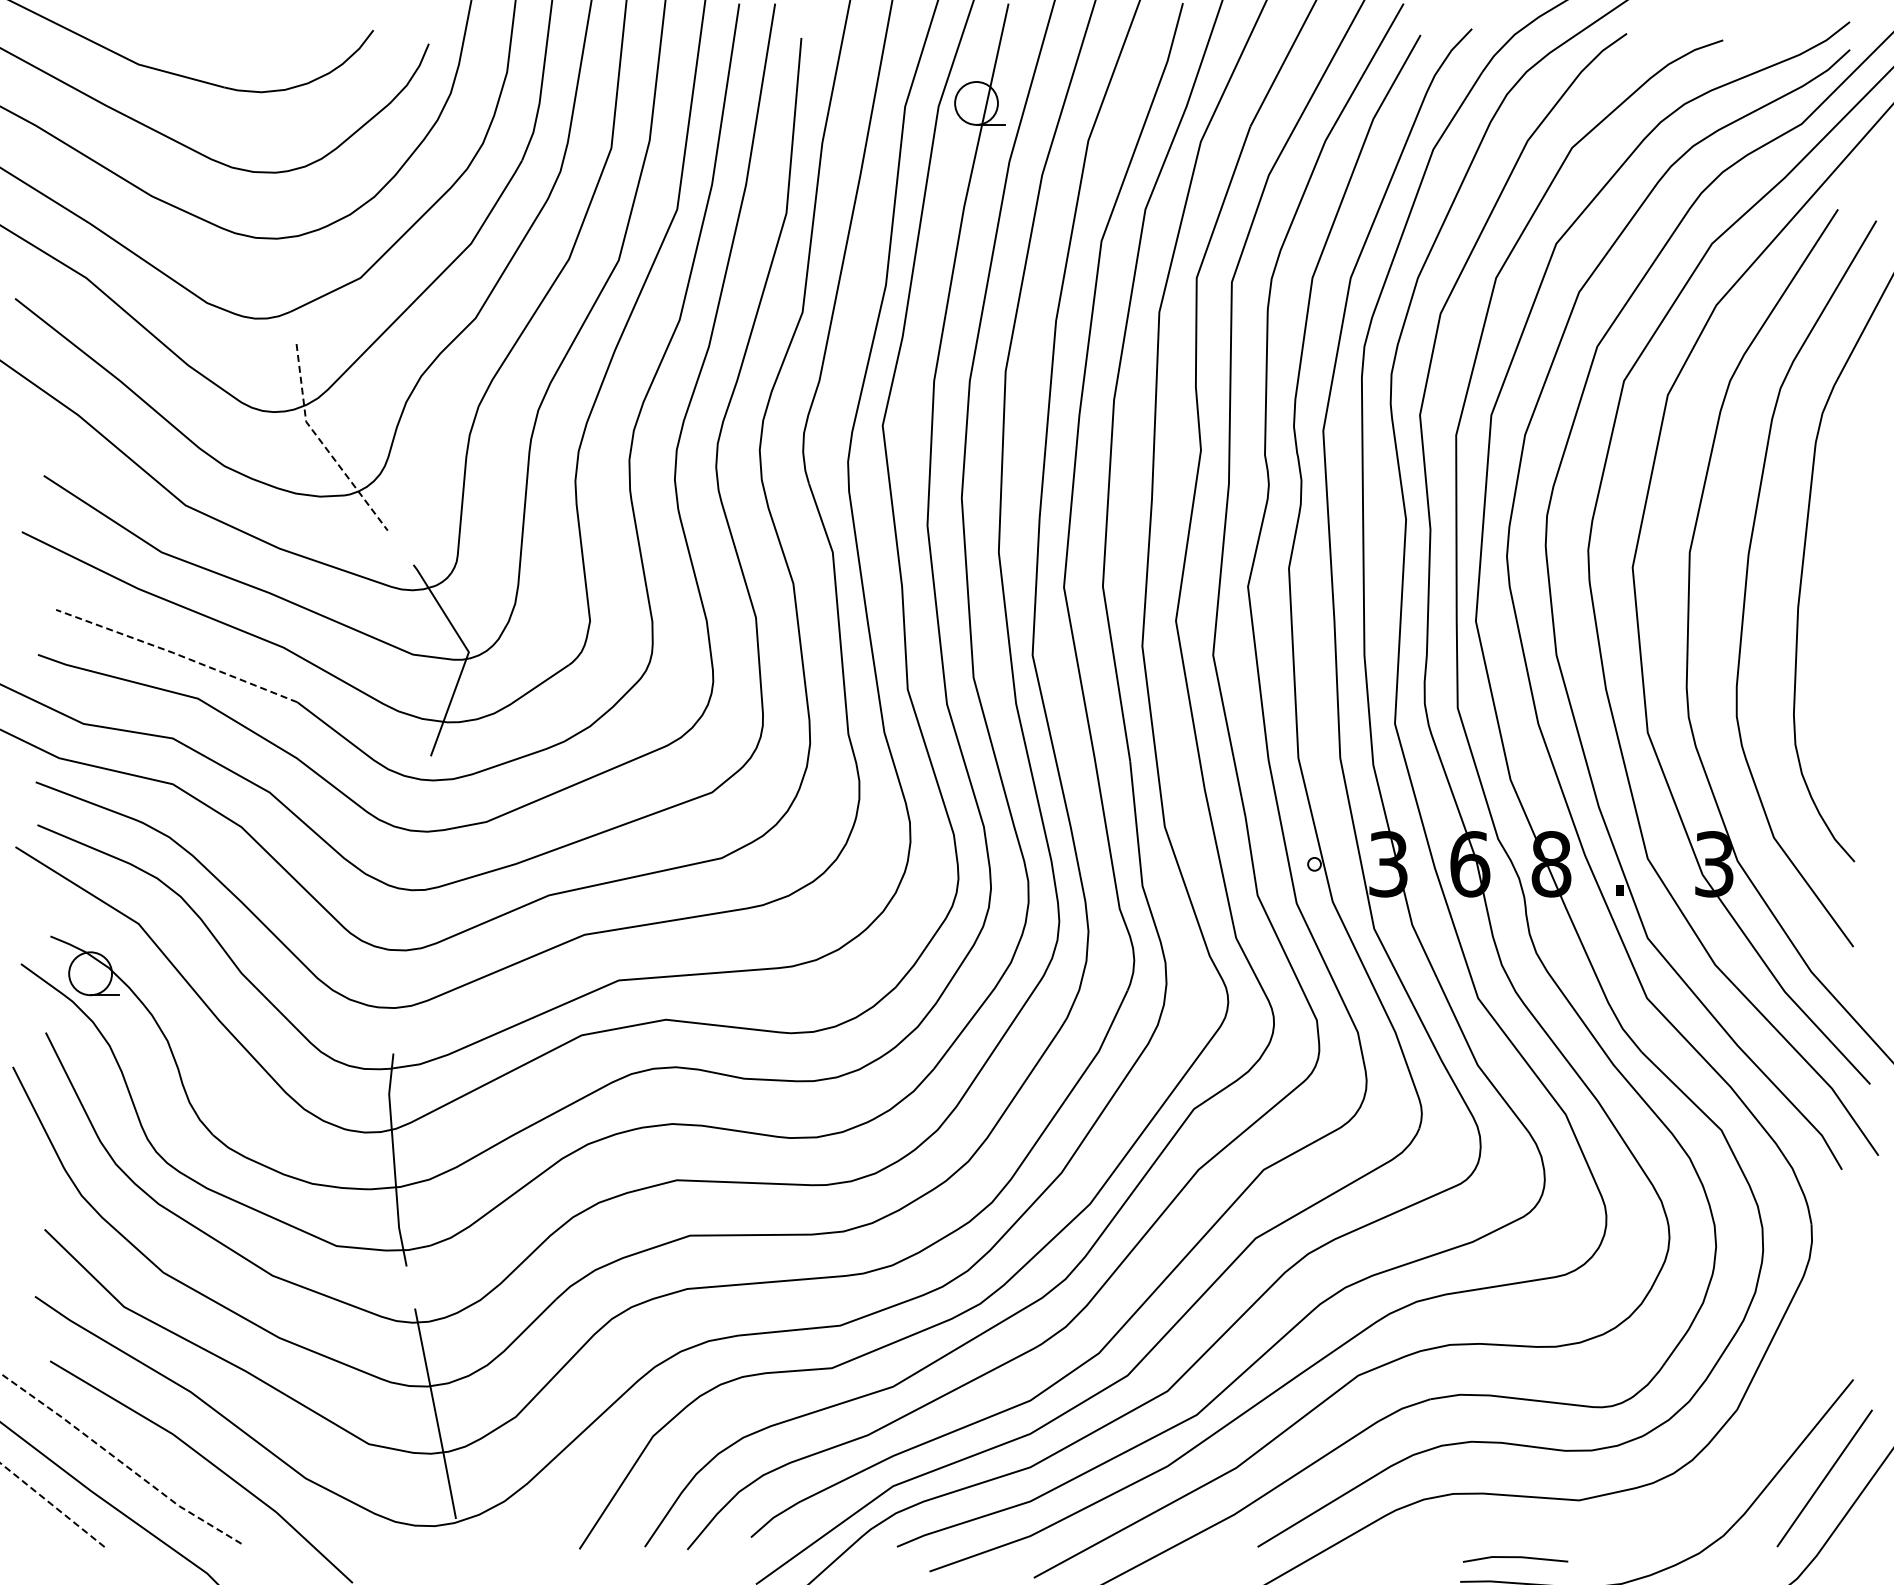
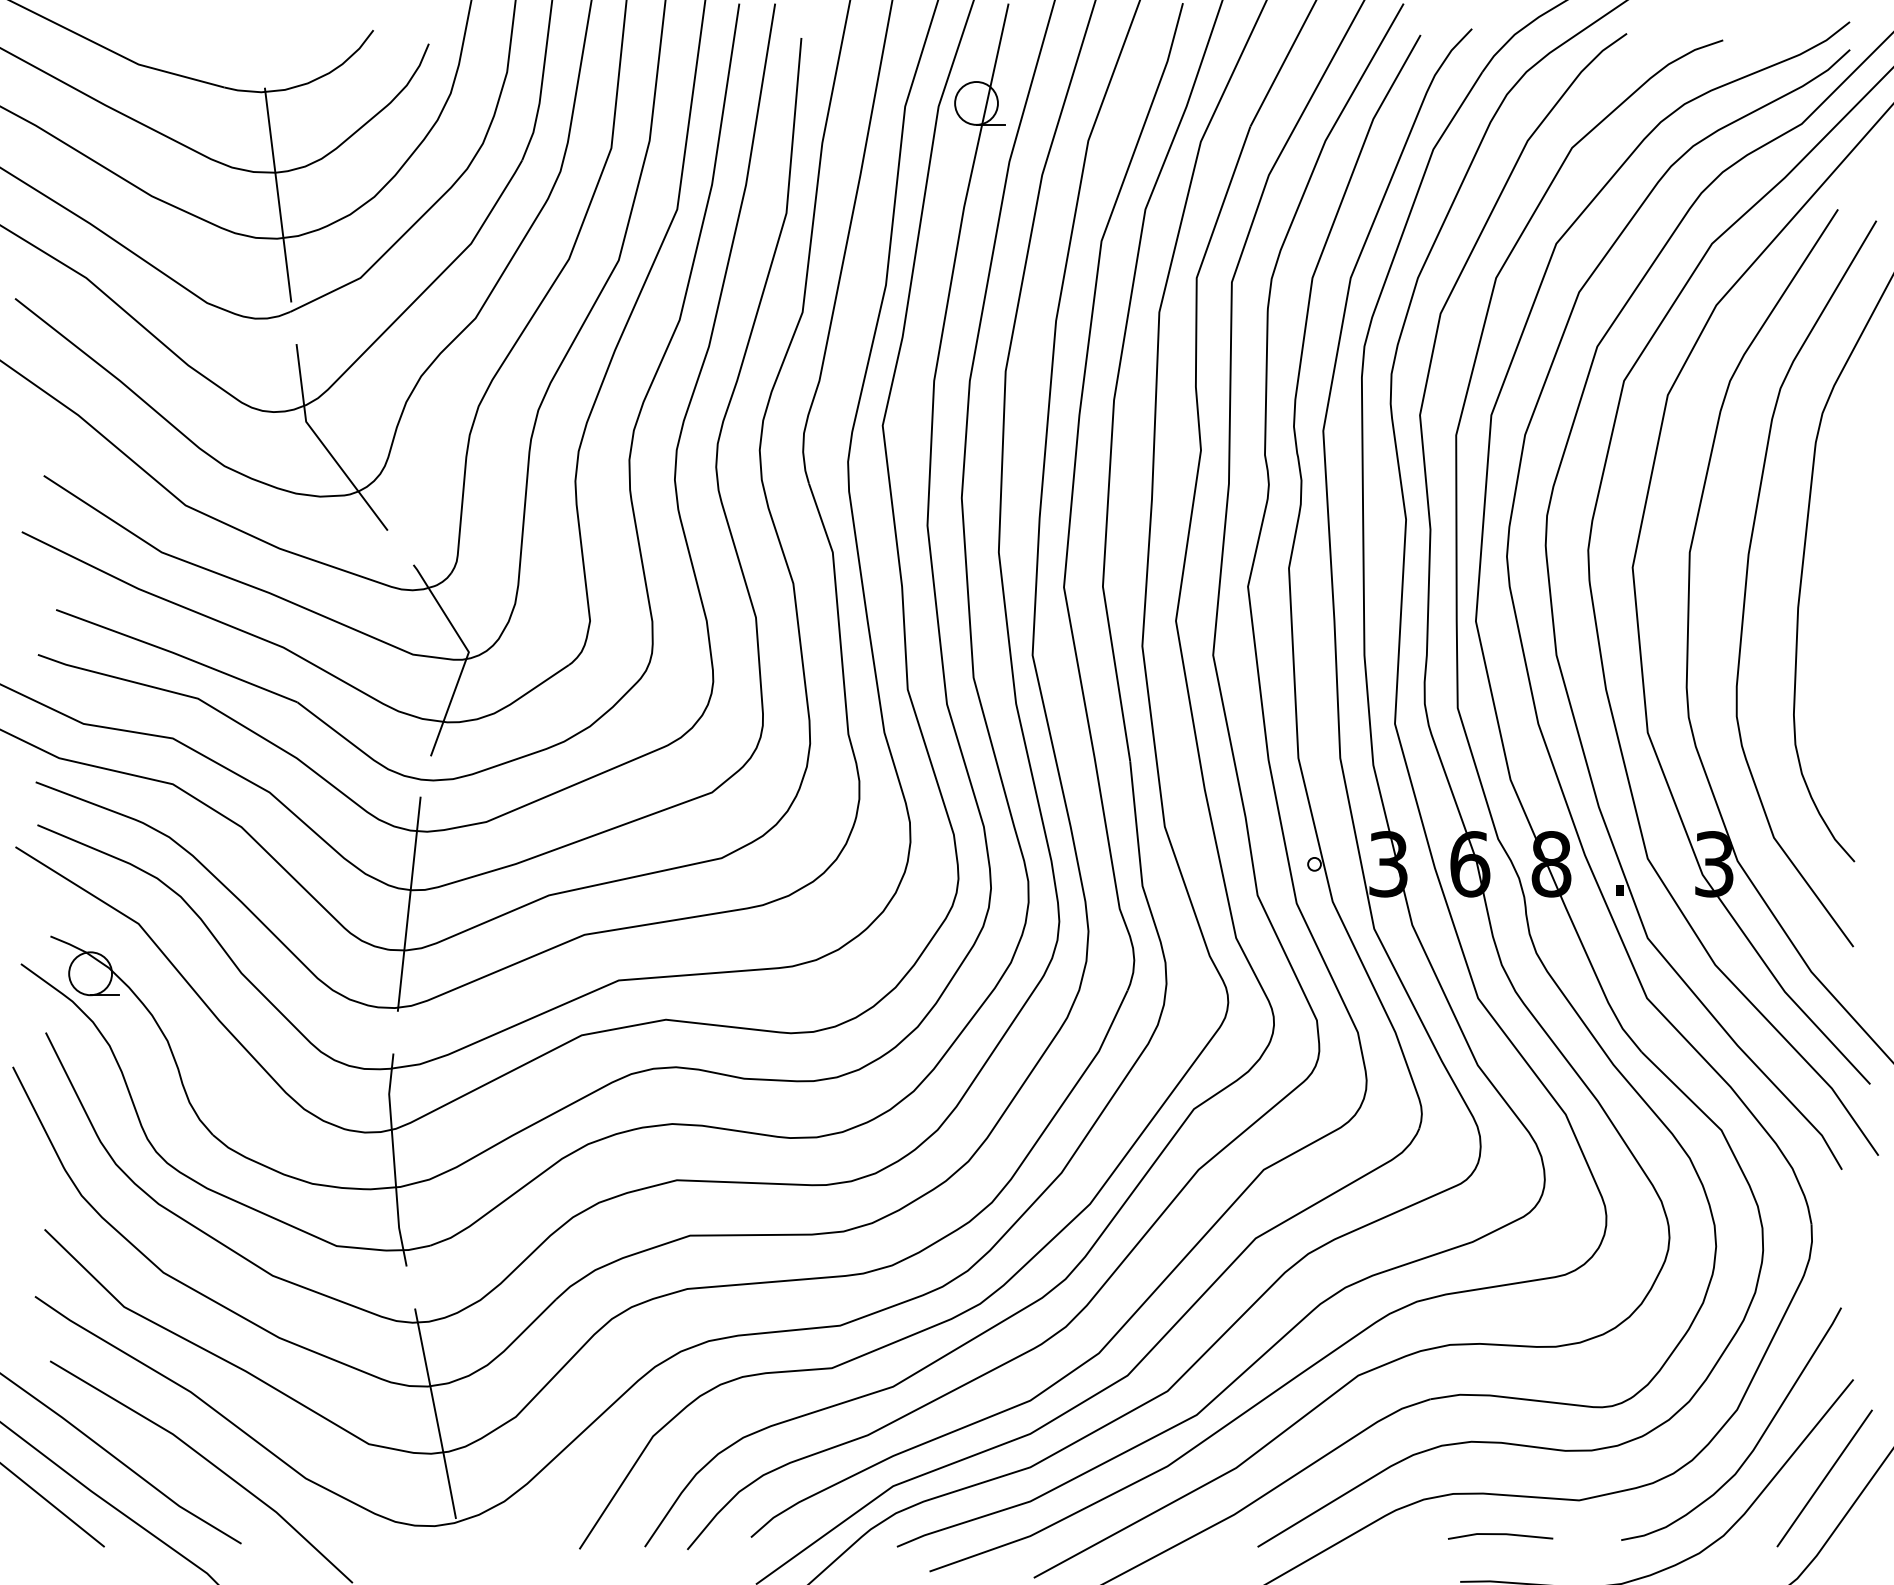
line at (278, 194): none -> present
line at (323, 444): dashed -> solid
line at (176, 654): dashed -> solid
line at (408, 903): none -> present
curve at (1757, 1441): none -> present
line at (118, 1460): dashed -> solid
line at (52, 1505): dashed -> solid
line at (1515, 1558) position: (1515, 1558) -> (1500, 1535)
